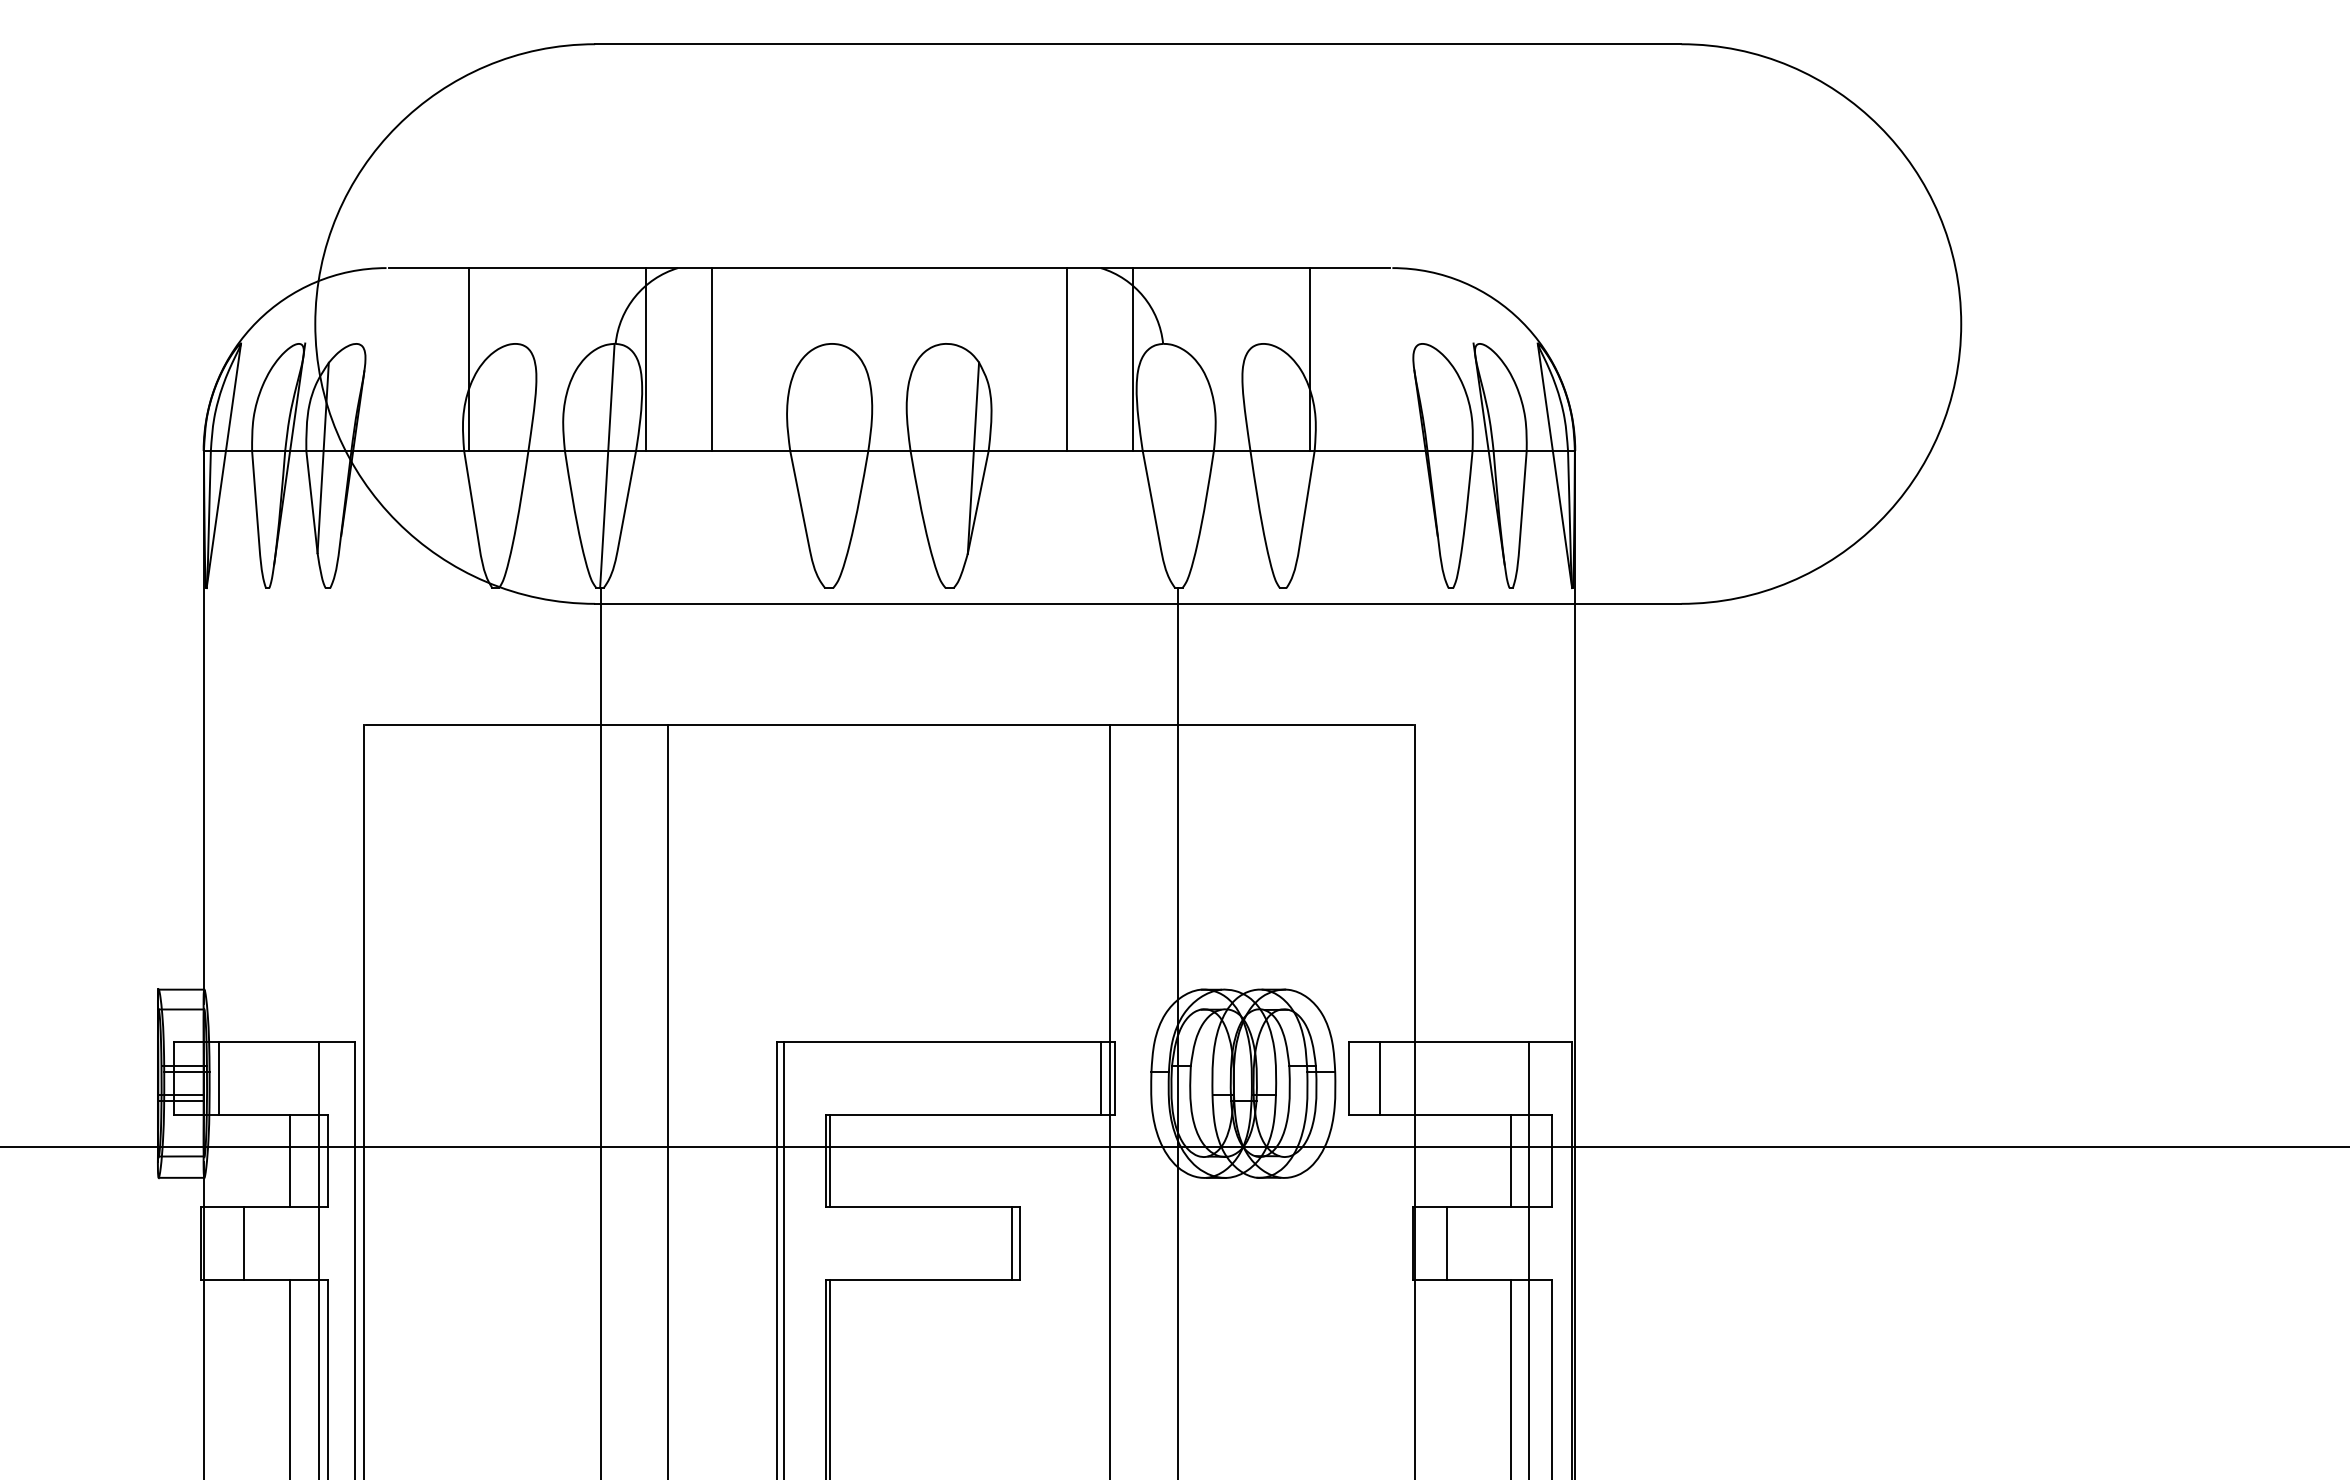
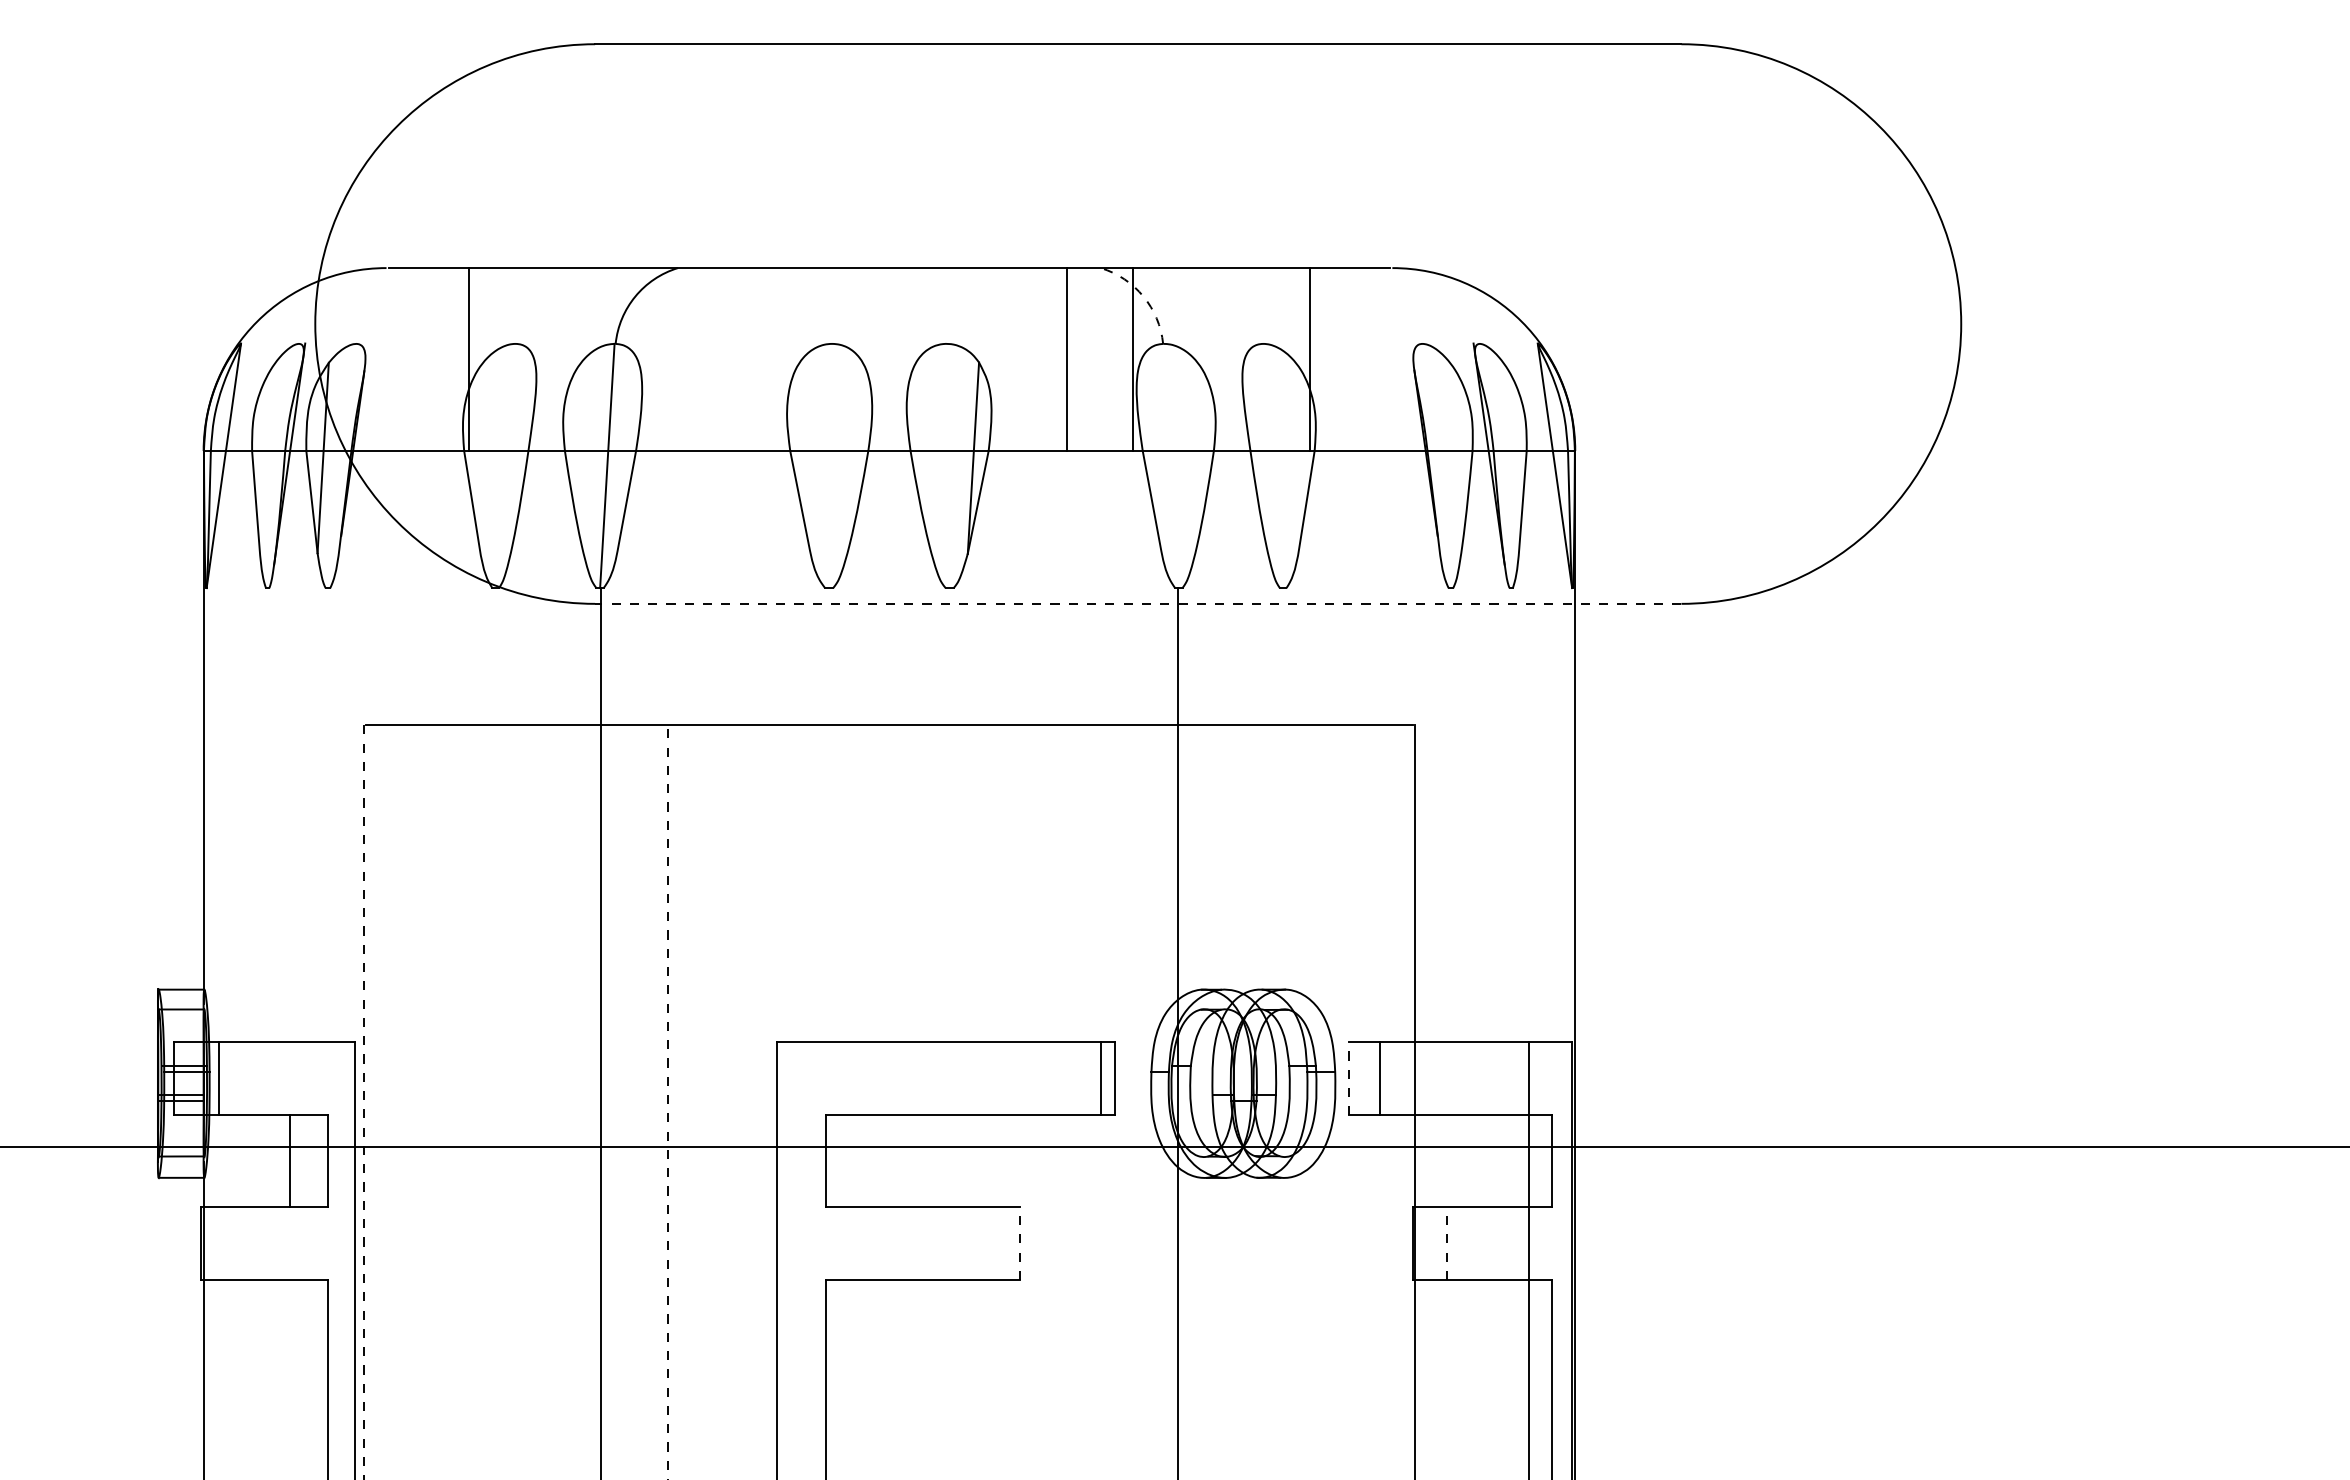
arc at (1143, 296): solid -> dashed
line at (646, 359): present -> none
line at (711, 359): present -> none
line at (1137, 603): solid -> dashed
line at (1348, 1078): solid -> dashed
line at (1110, 1100): present -> none
line at (363, 1102): solid -> dashed
line at (668, 1102): solid -> dashed
line at (829, 1160): present -> none
line at (1510, 1160): present -> none
line at (243, 1242): present -> none
line at (1011, 1242): present -> none
line at (1020, 1243): solid -> dashed
line at (1447, 1243): solid -> dashed
line at (319, 1259): present -> none
line at (784, 1259): present -> none
line at (290, 1377): present -> none
line at (829, 1377): present -> none
line at (1510, 1377): present -> none
